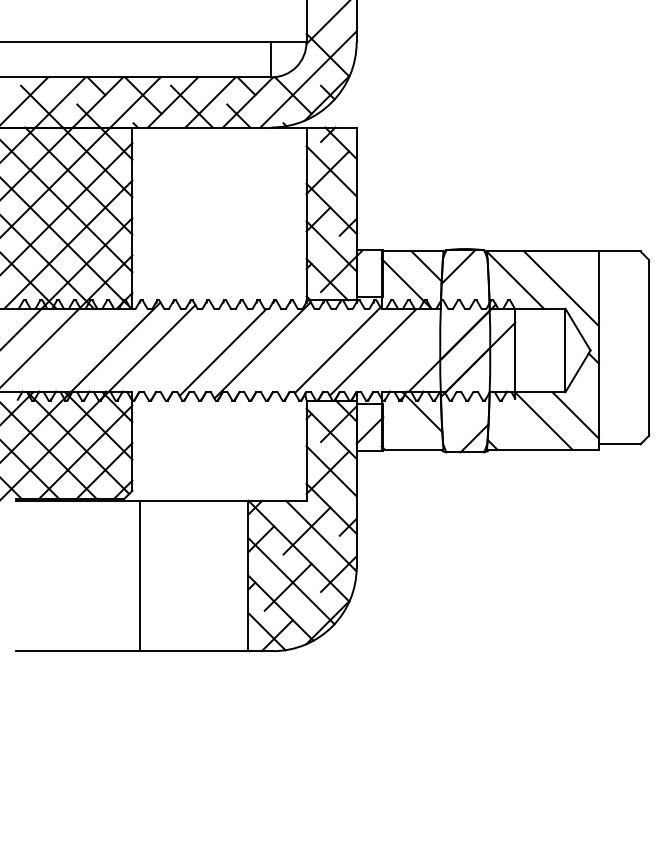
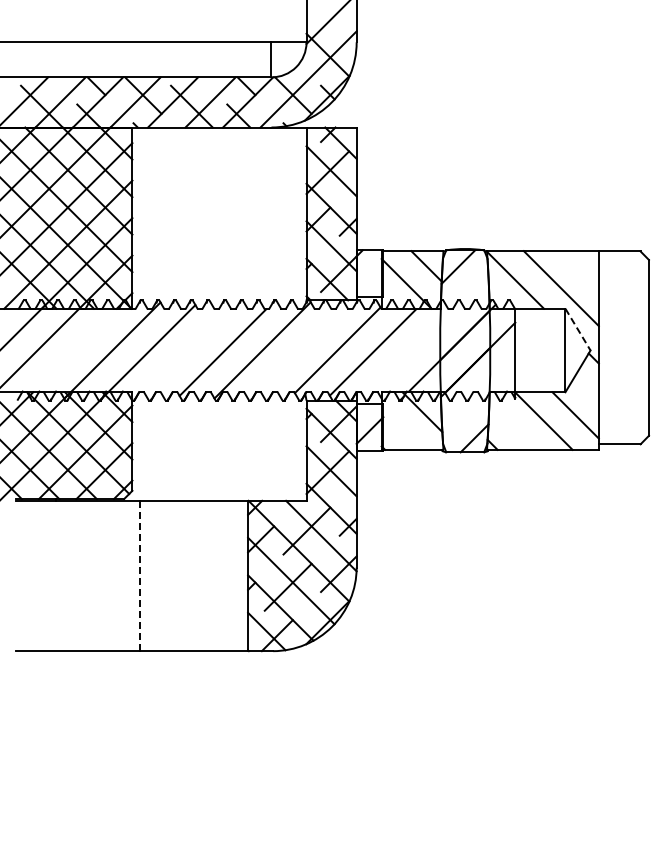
line at (578, 330): solid -> dashed
line at (139, 575): solid -> dashed
